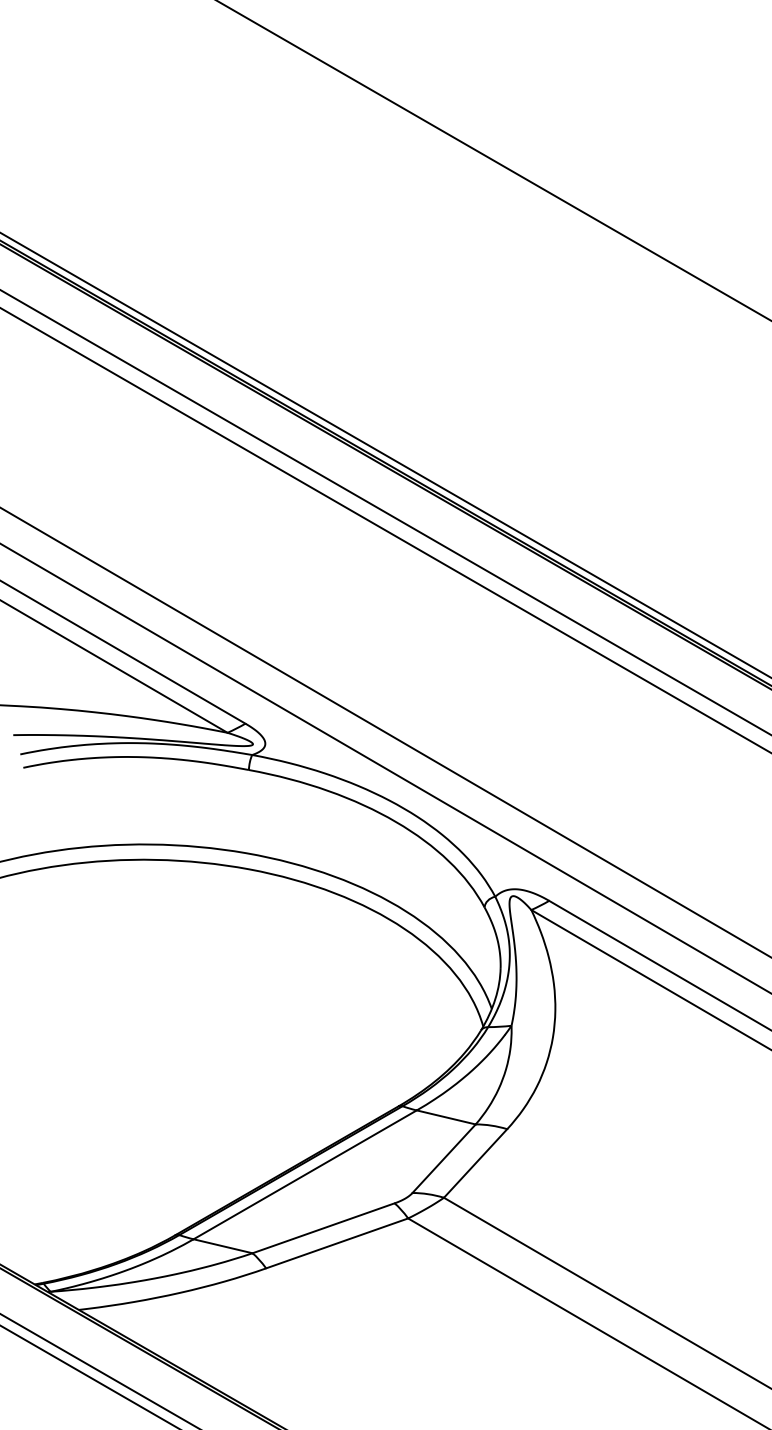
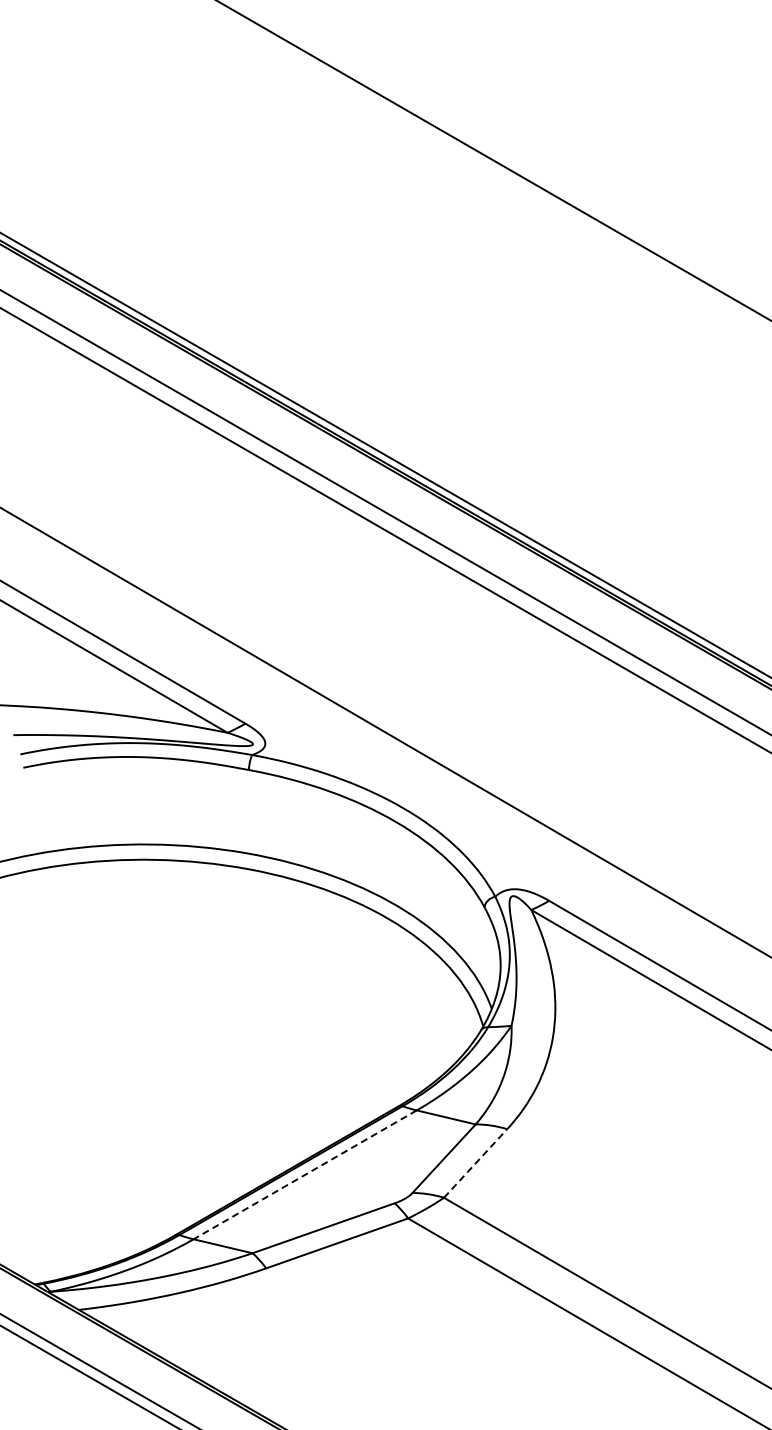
line at (385, 768): present -> none
line at (475, 1163): solid -> dashed
line at (305, 1174): solid -> dashed
